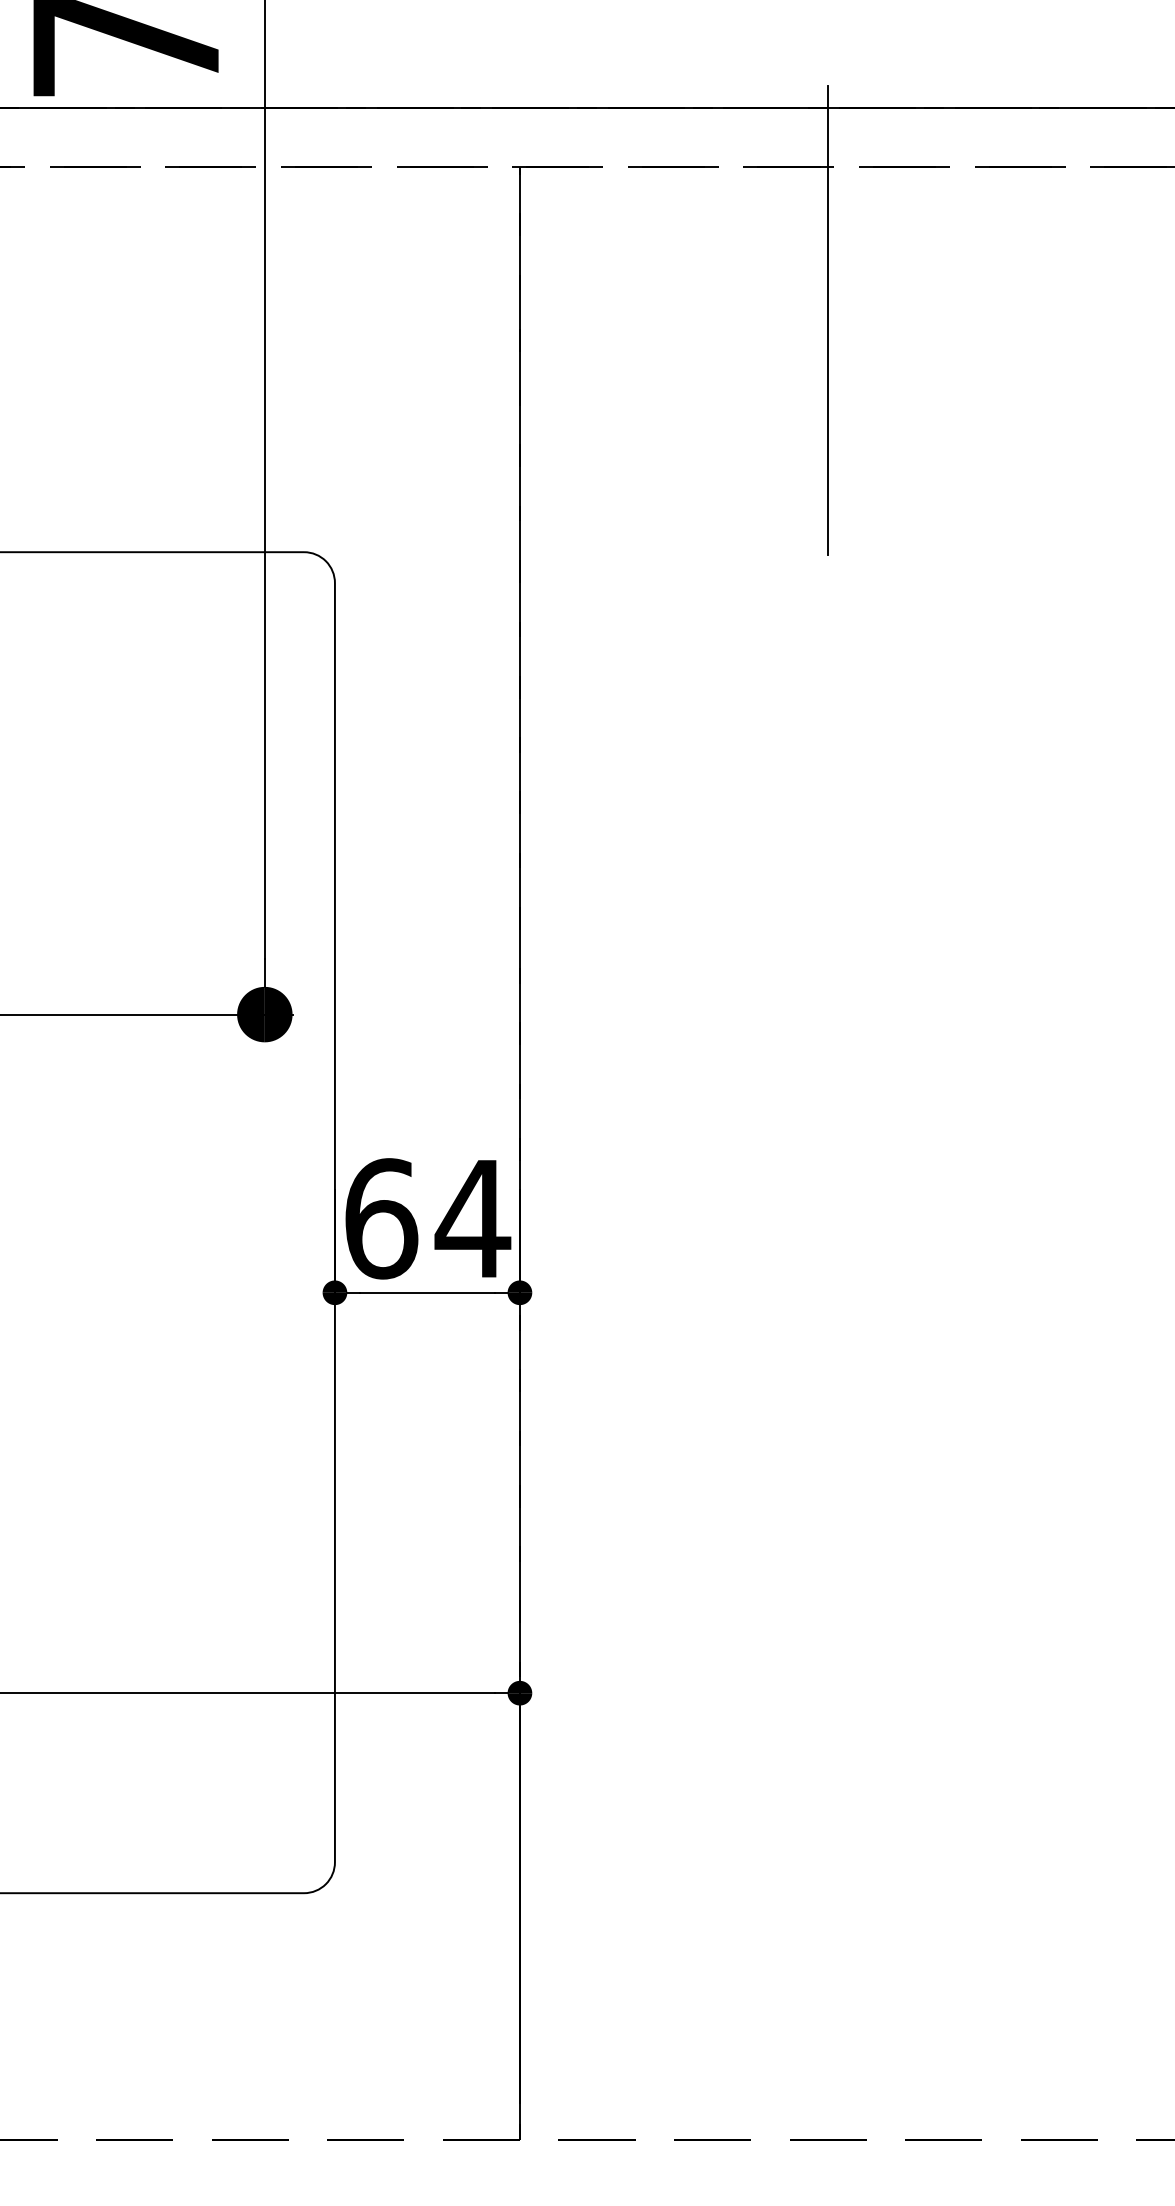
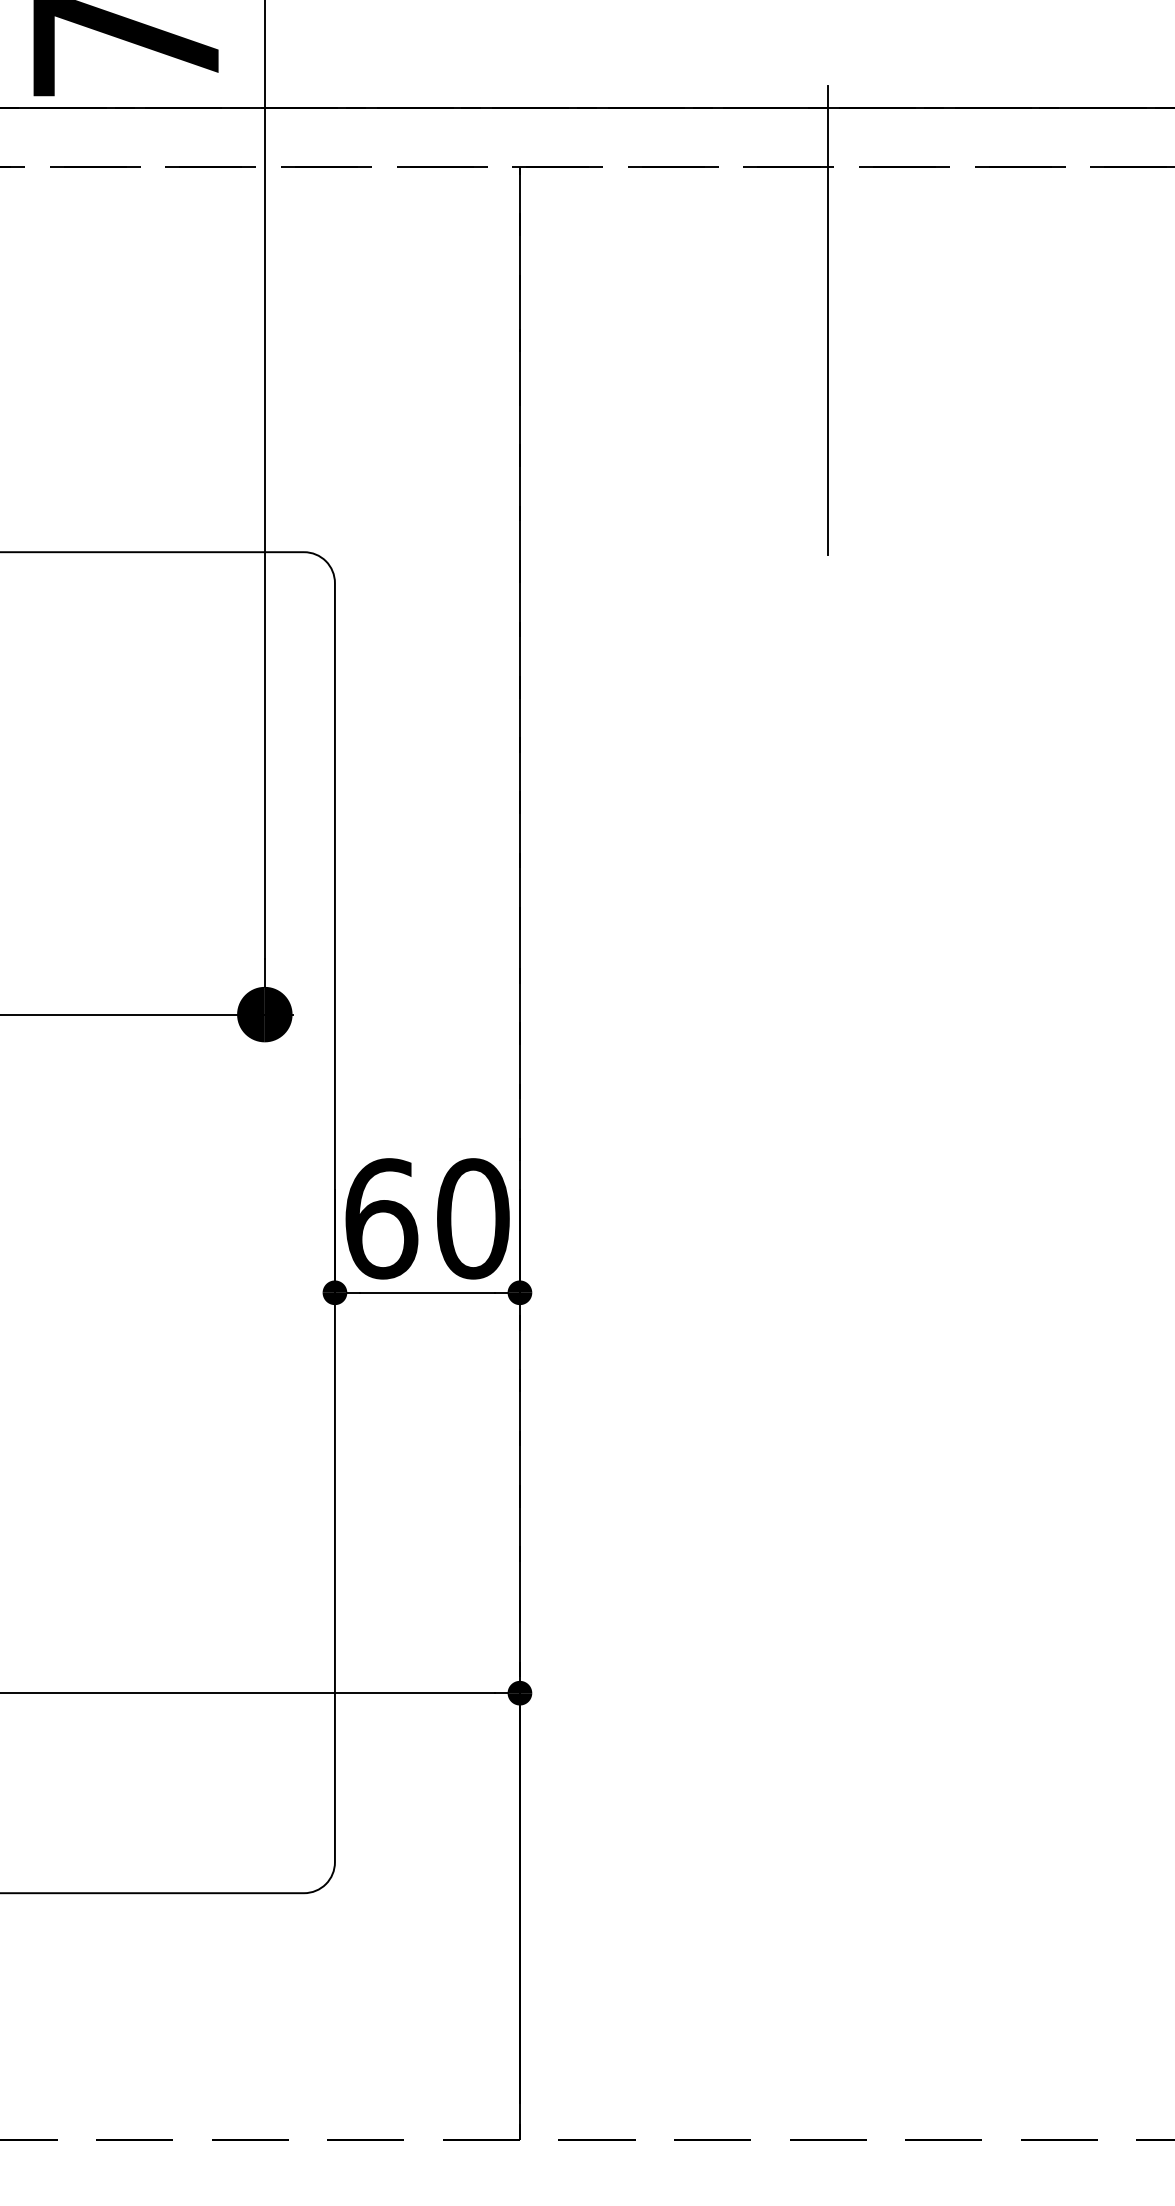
text at (472, 1218): 64 -> 60
